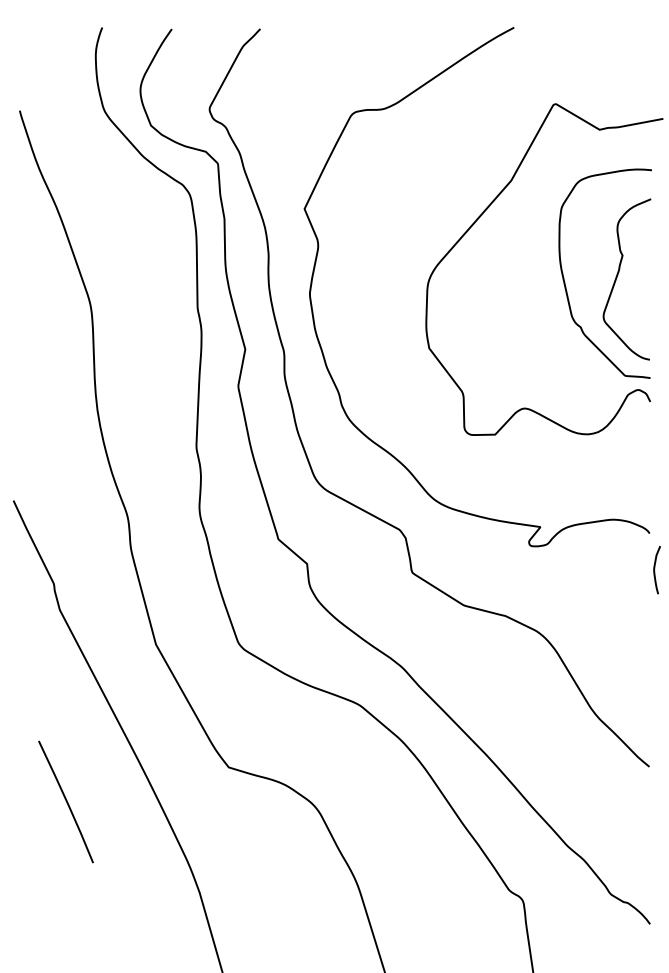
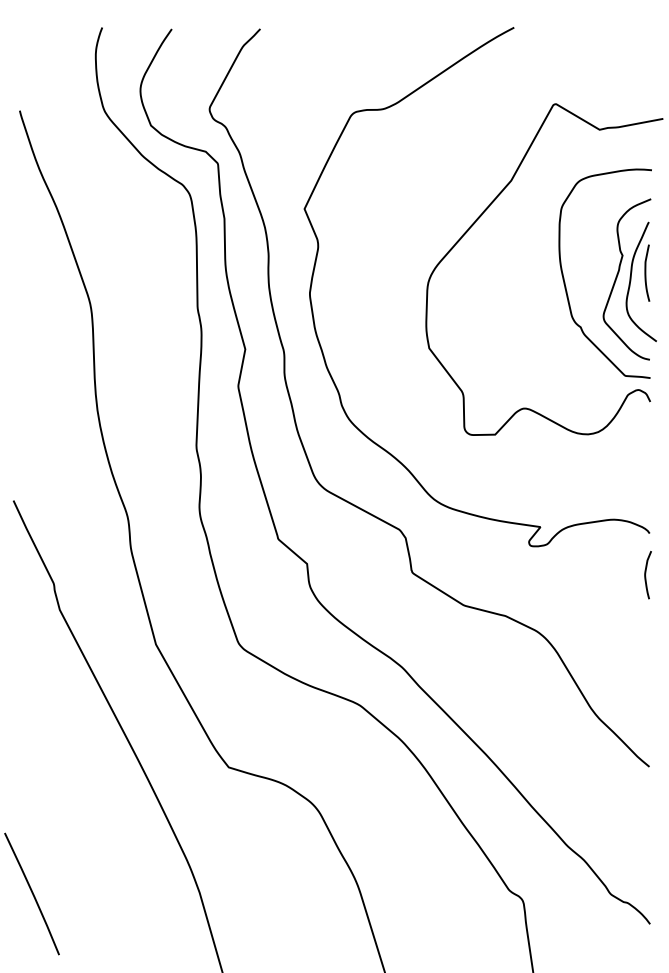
part at (640, 281): none -> present
curve at (655, 571) position: (655, 571) -> (646, 576)
line at (65, 801) position: (65, 801) -> (31, 893)
